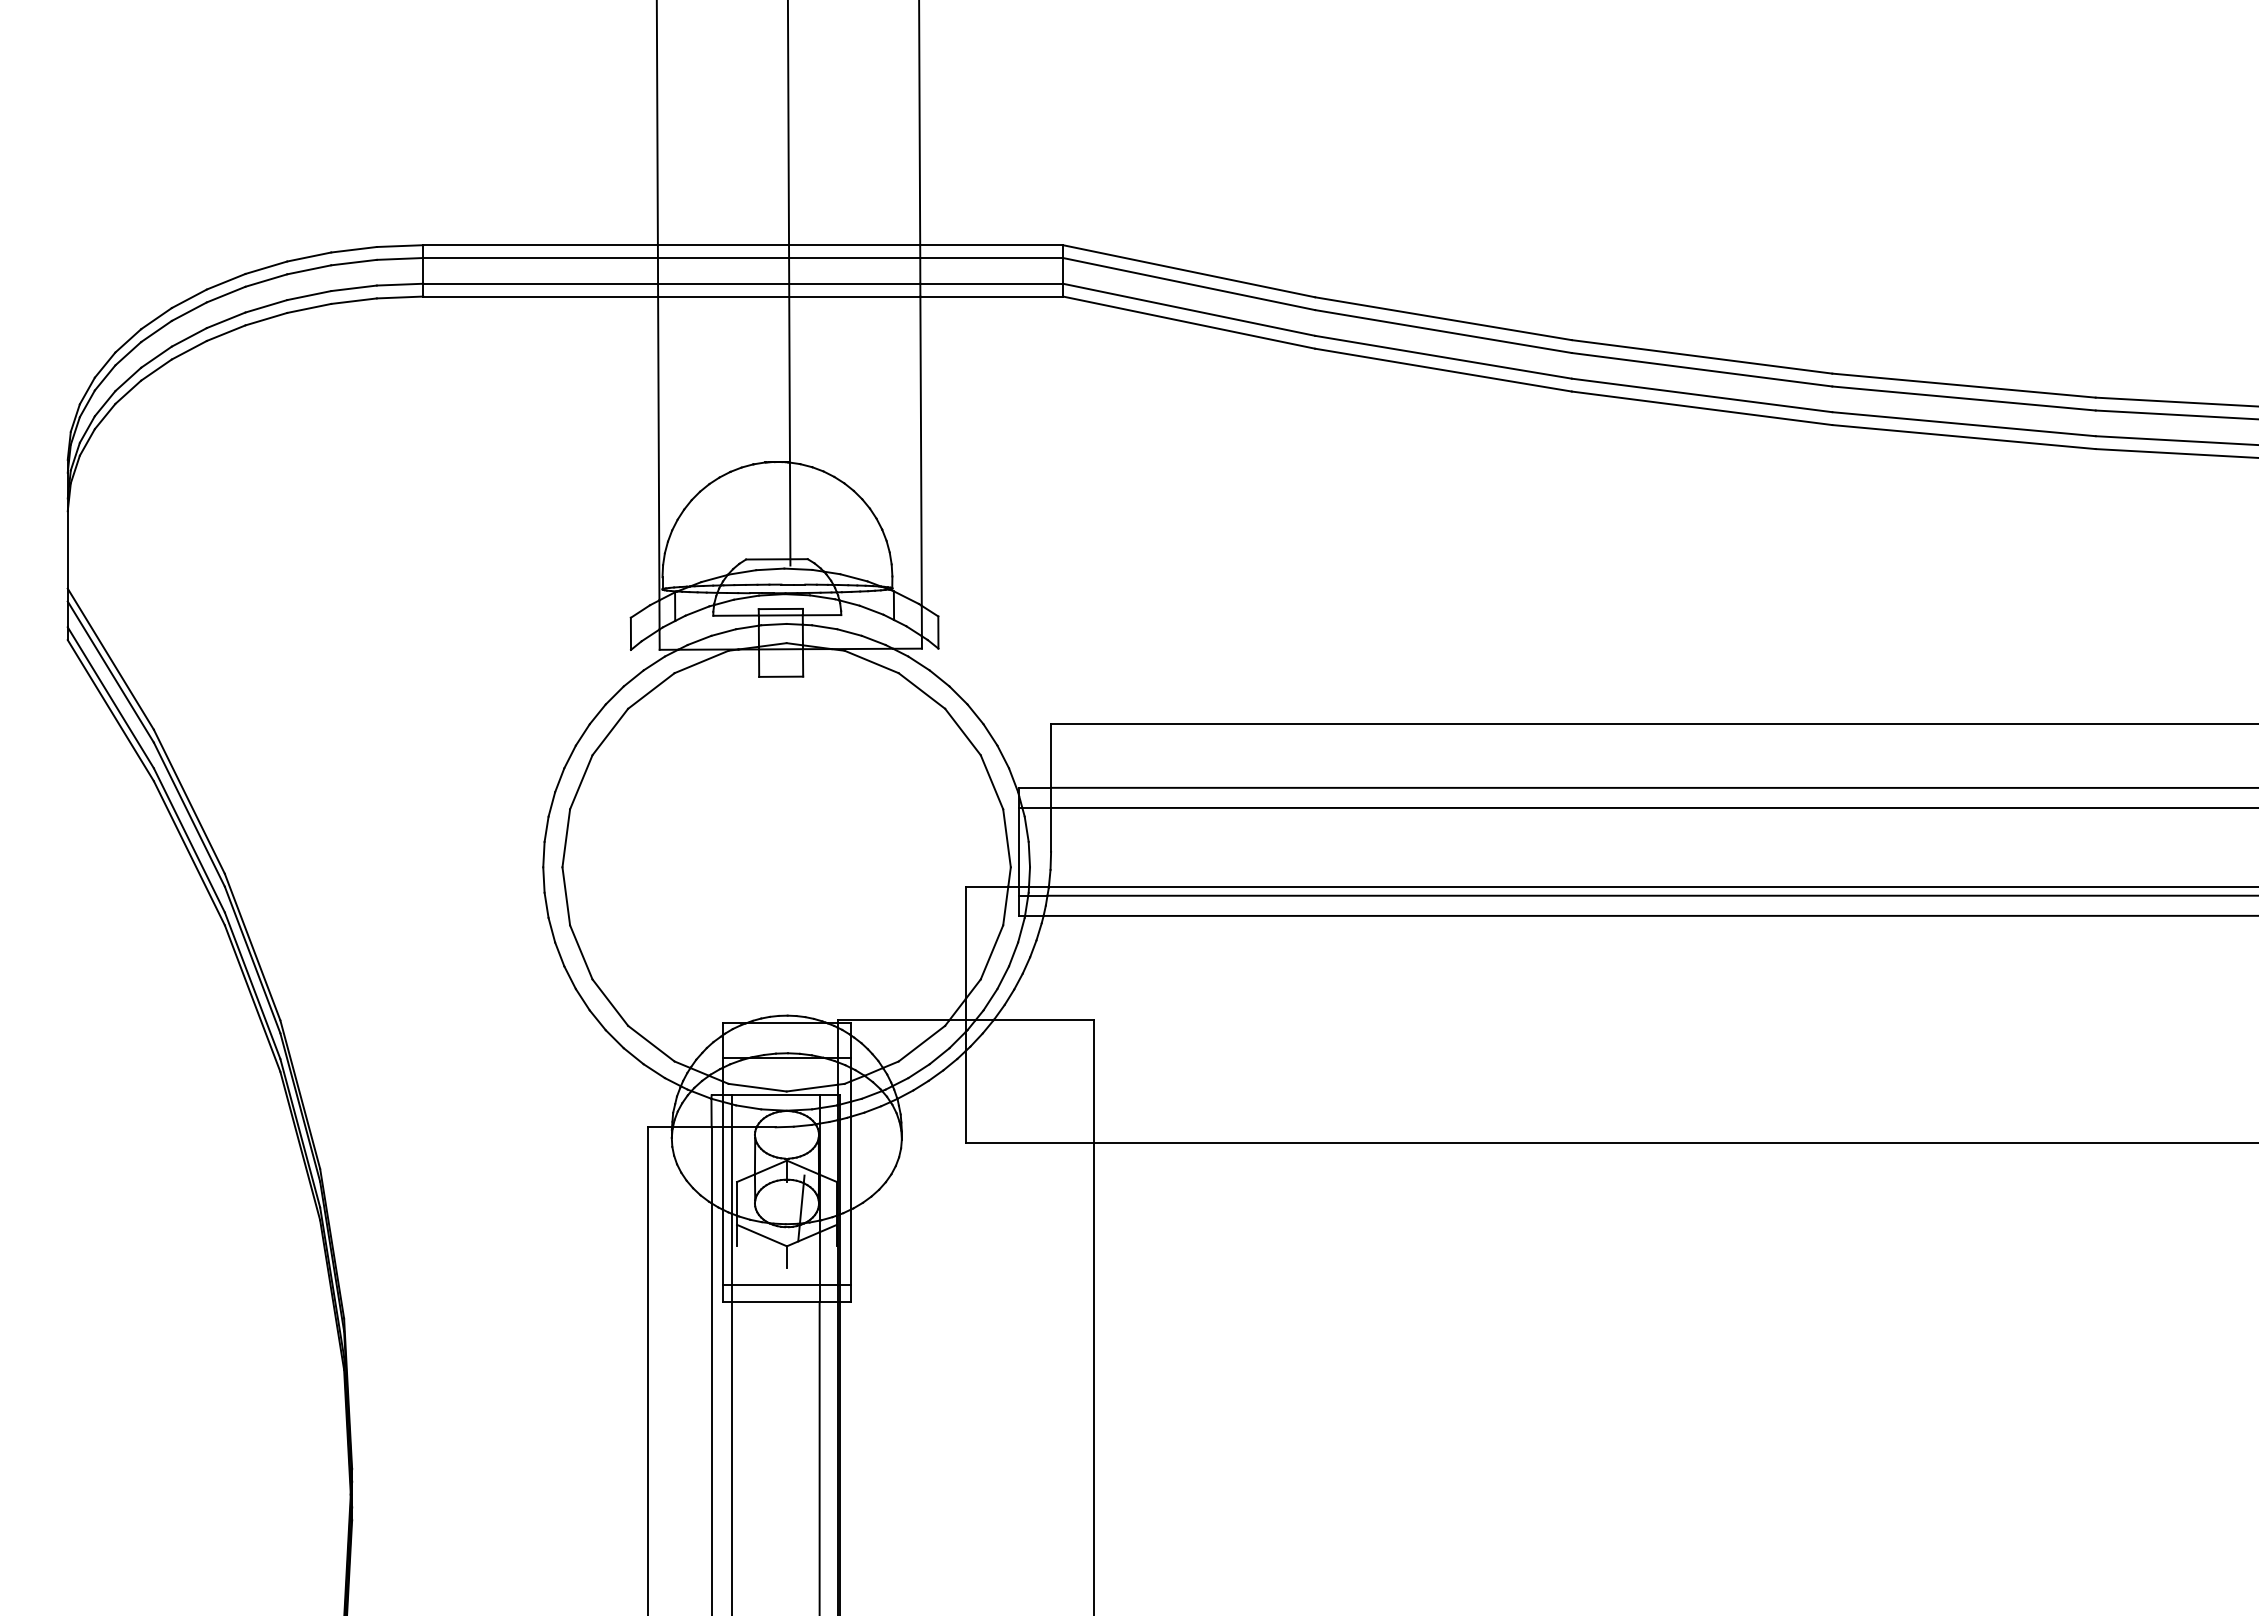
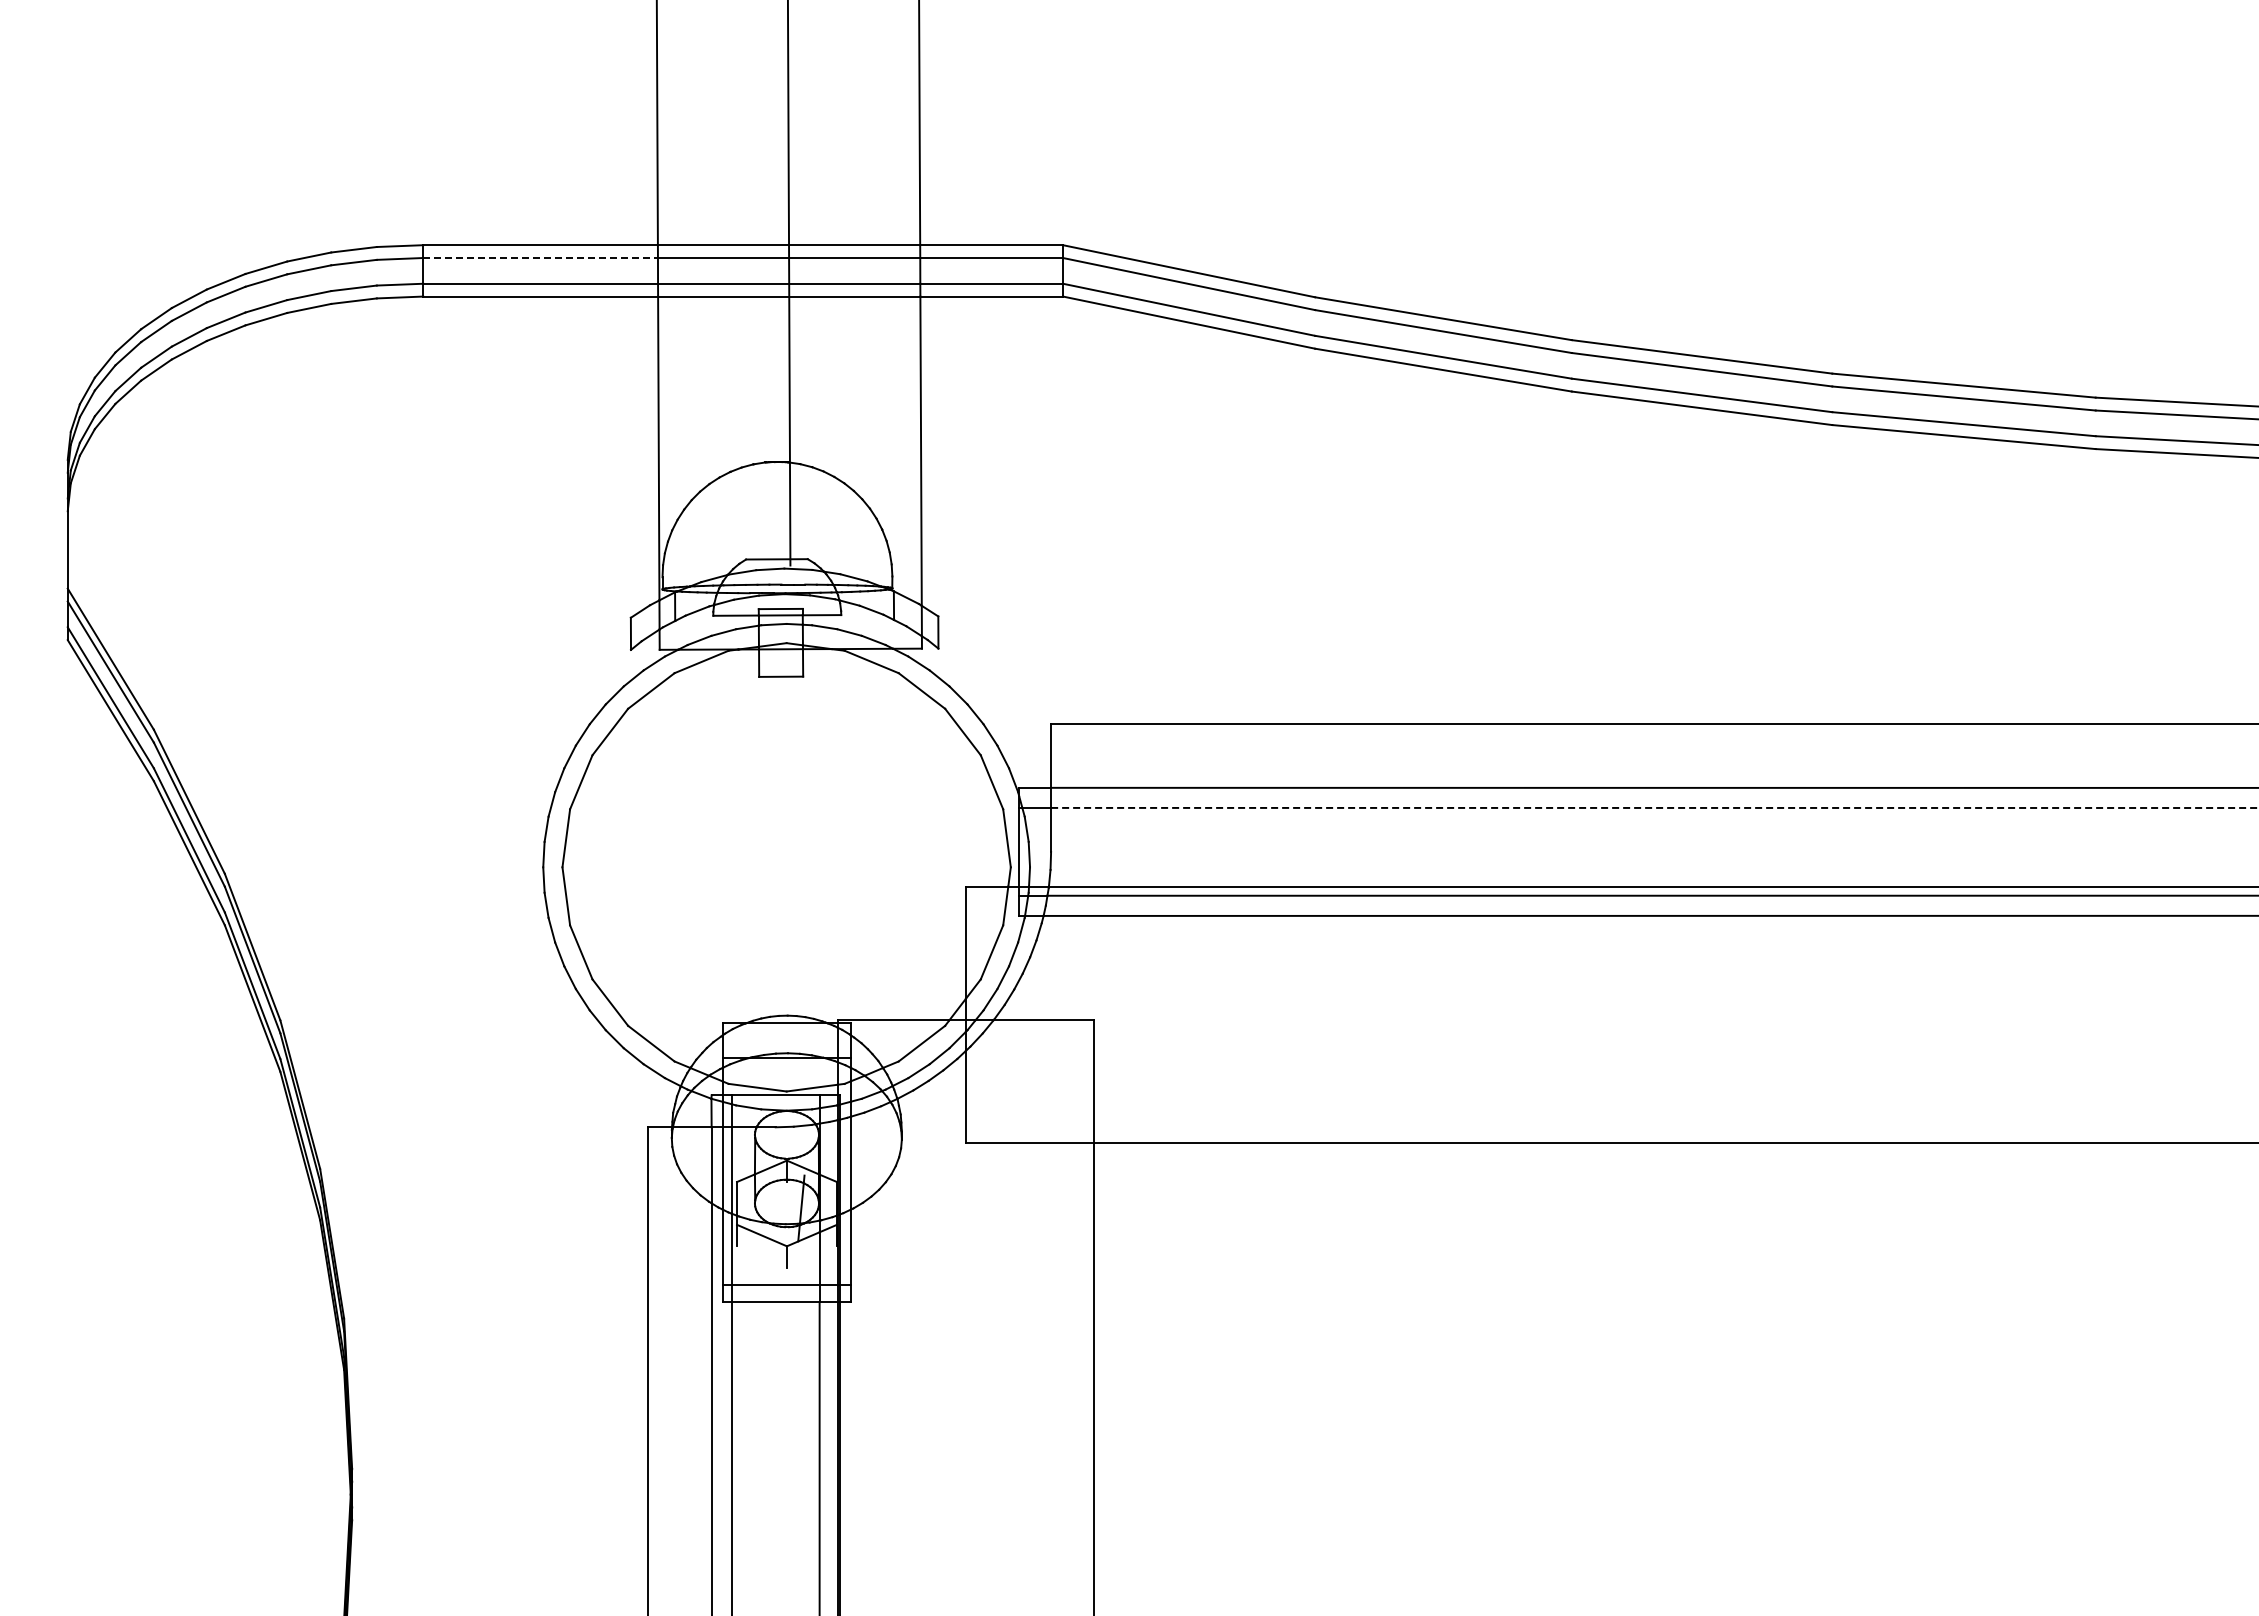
line at (541, 258): solid -> dashed
line at (1654, 807): solid -> dashed
